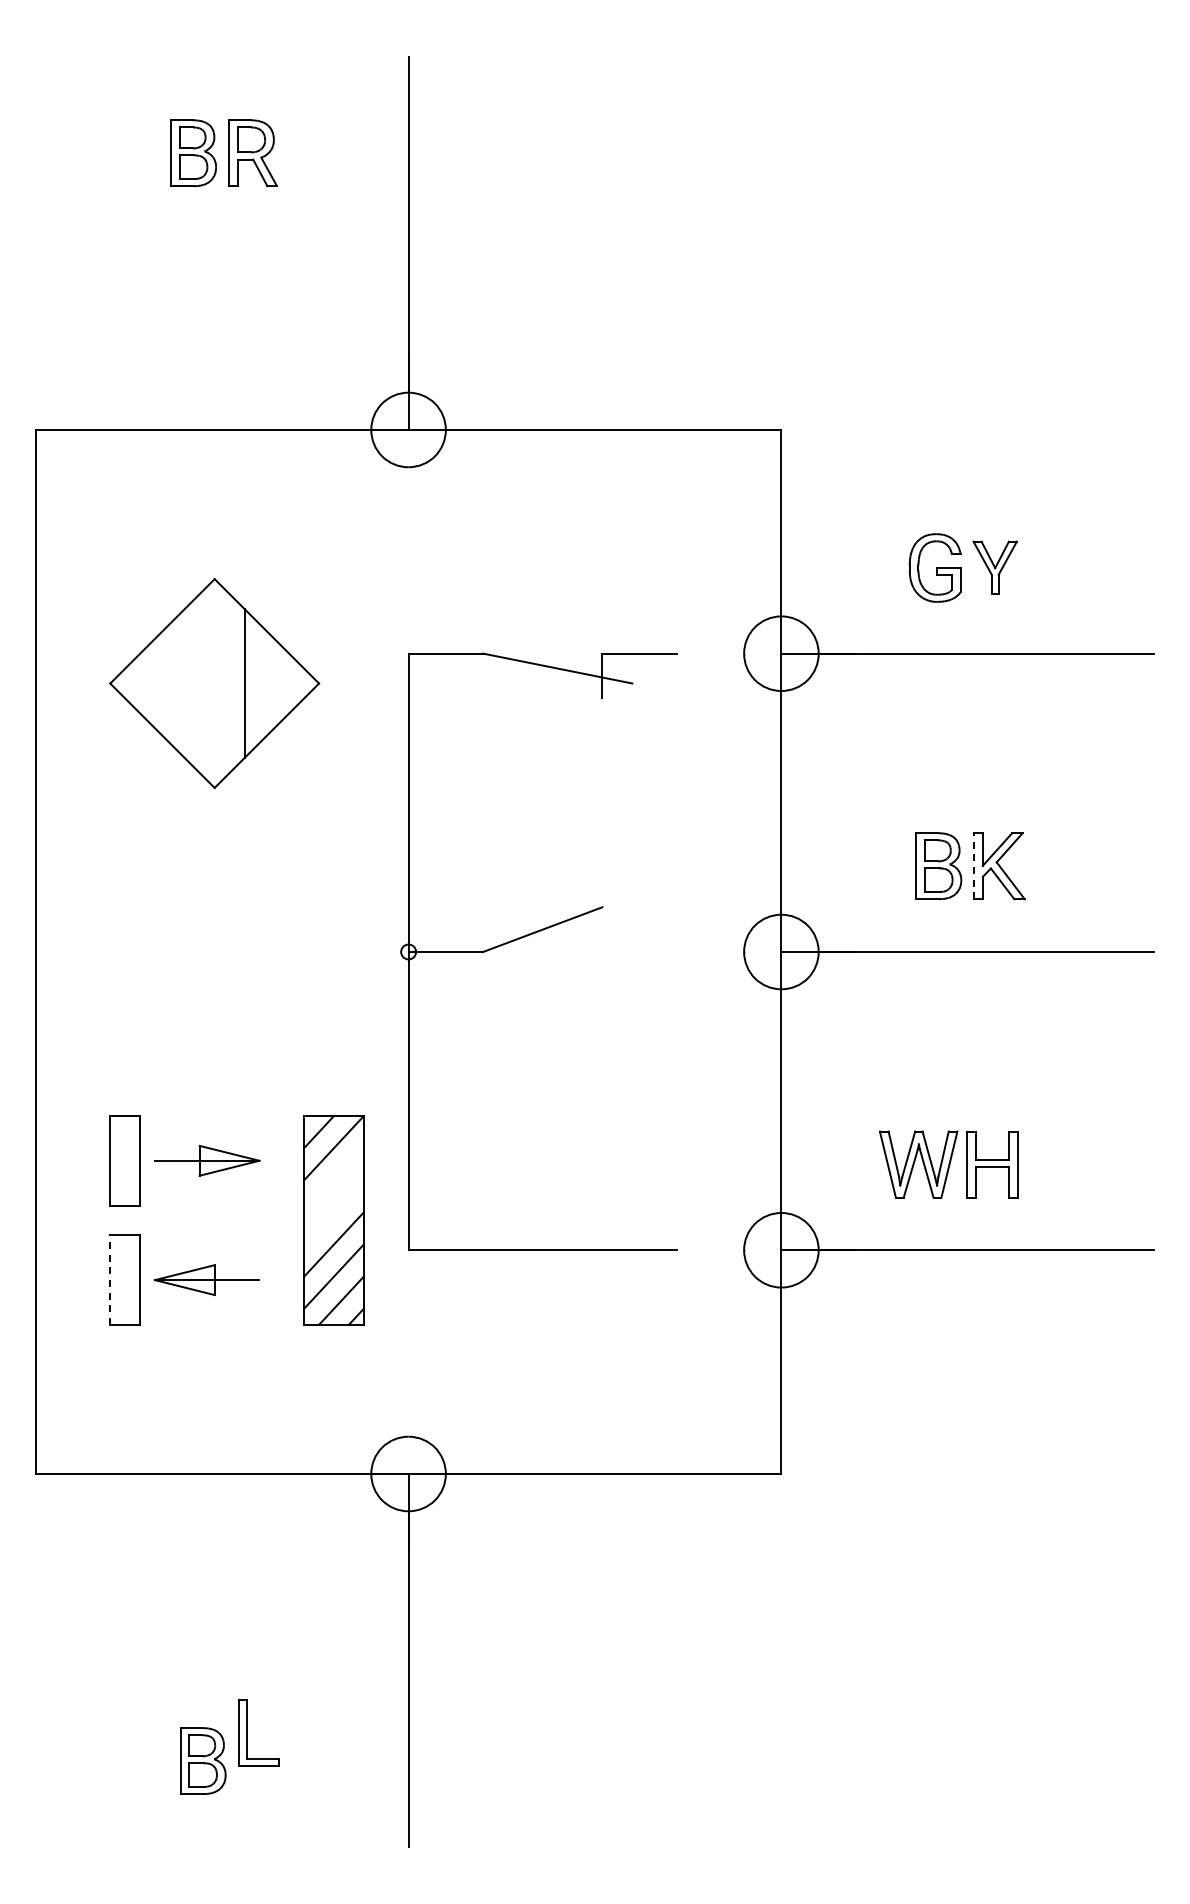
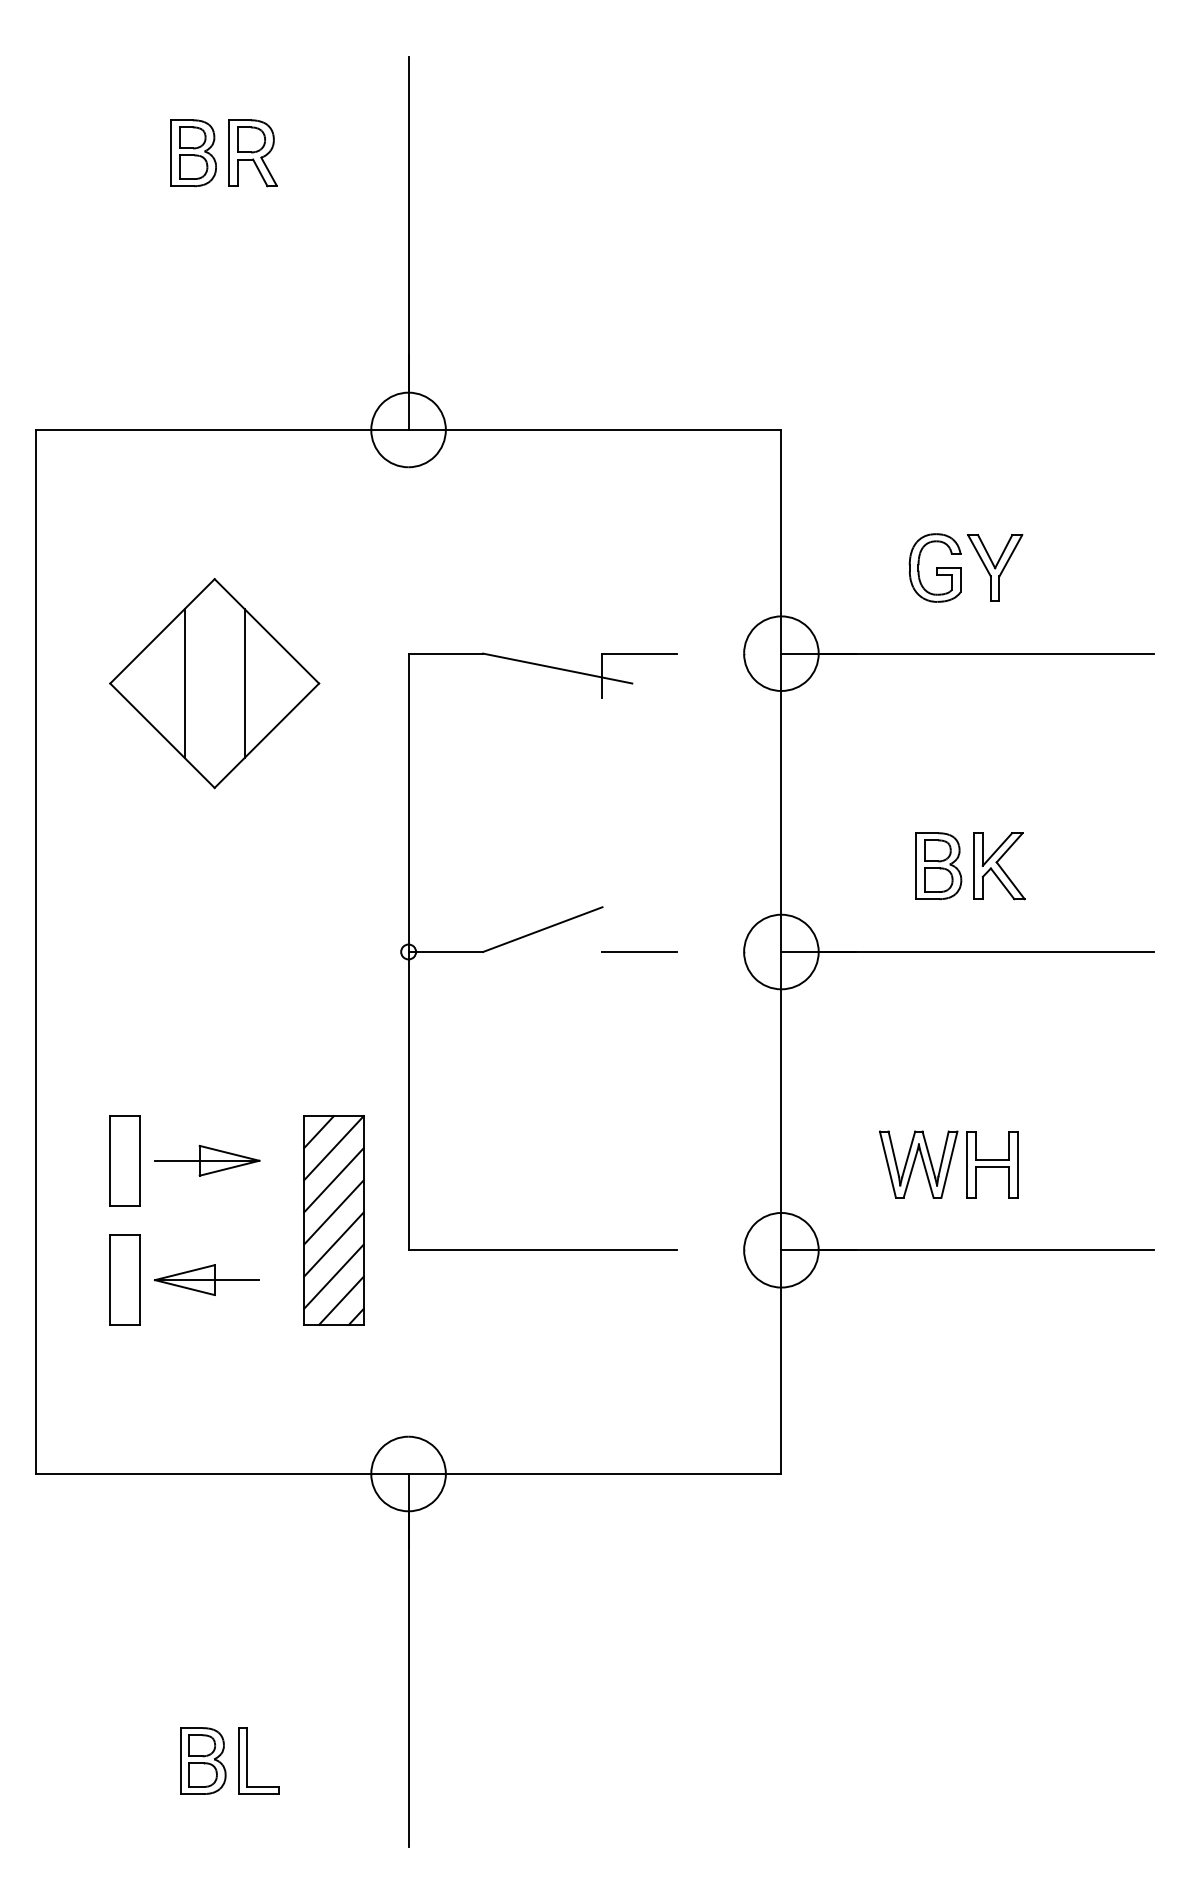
part at (994, 567) size: 46x55 px -> 57x68 px
line at (184, 683): none -> present
line at (974, 866): dashed -> solid
line at (639, 951): none -> present
line at (333, 1180): none -> present
line at (333, 1212): none -> present
line at (110, 1280): dashed -> solid
part at (247, 1732) position: (247, 1732) -> (247, 1760)
